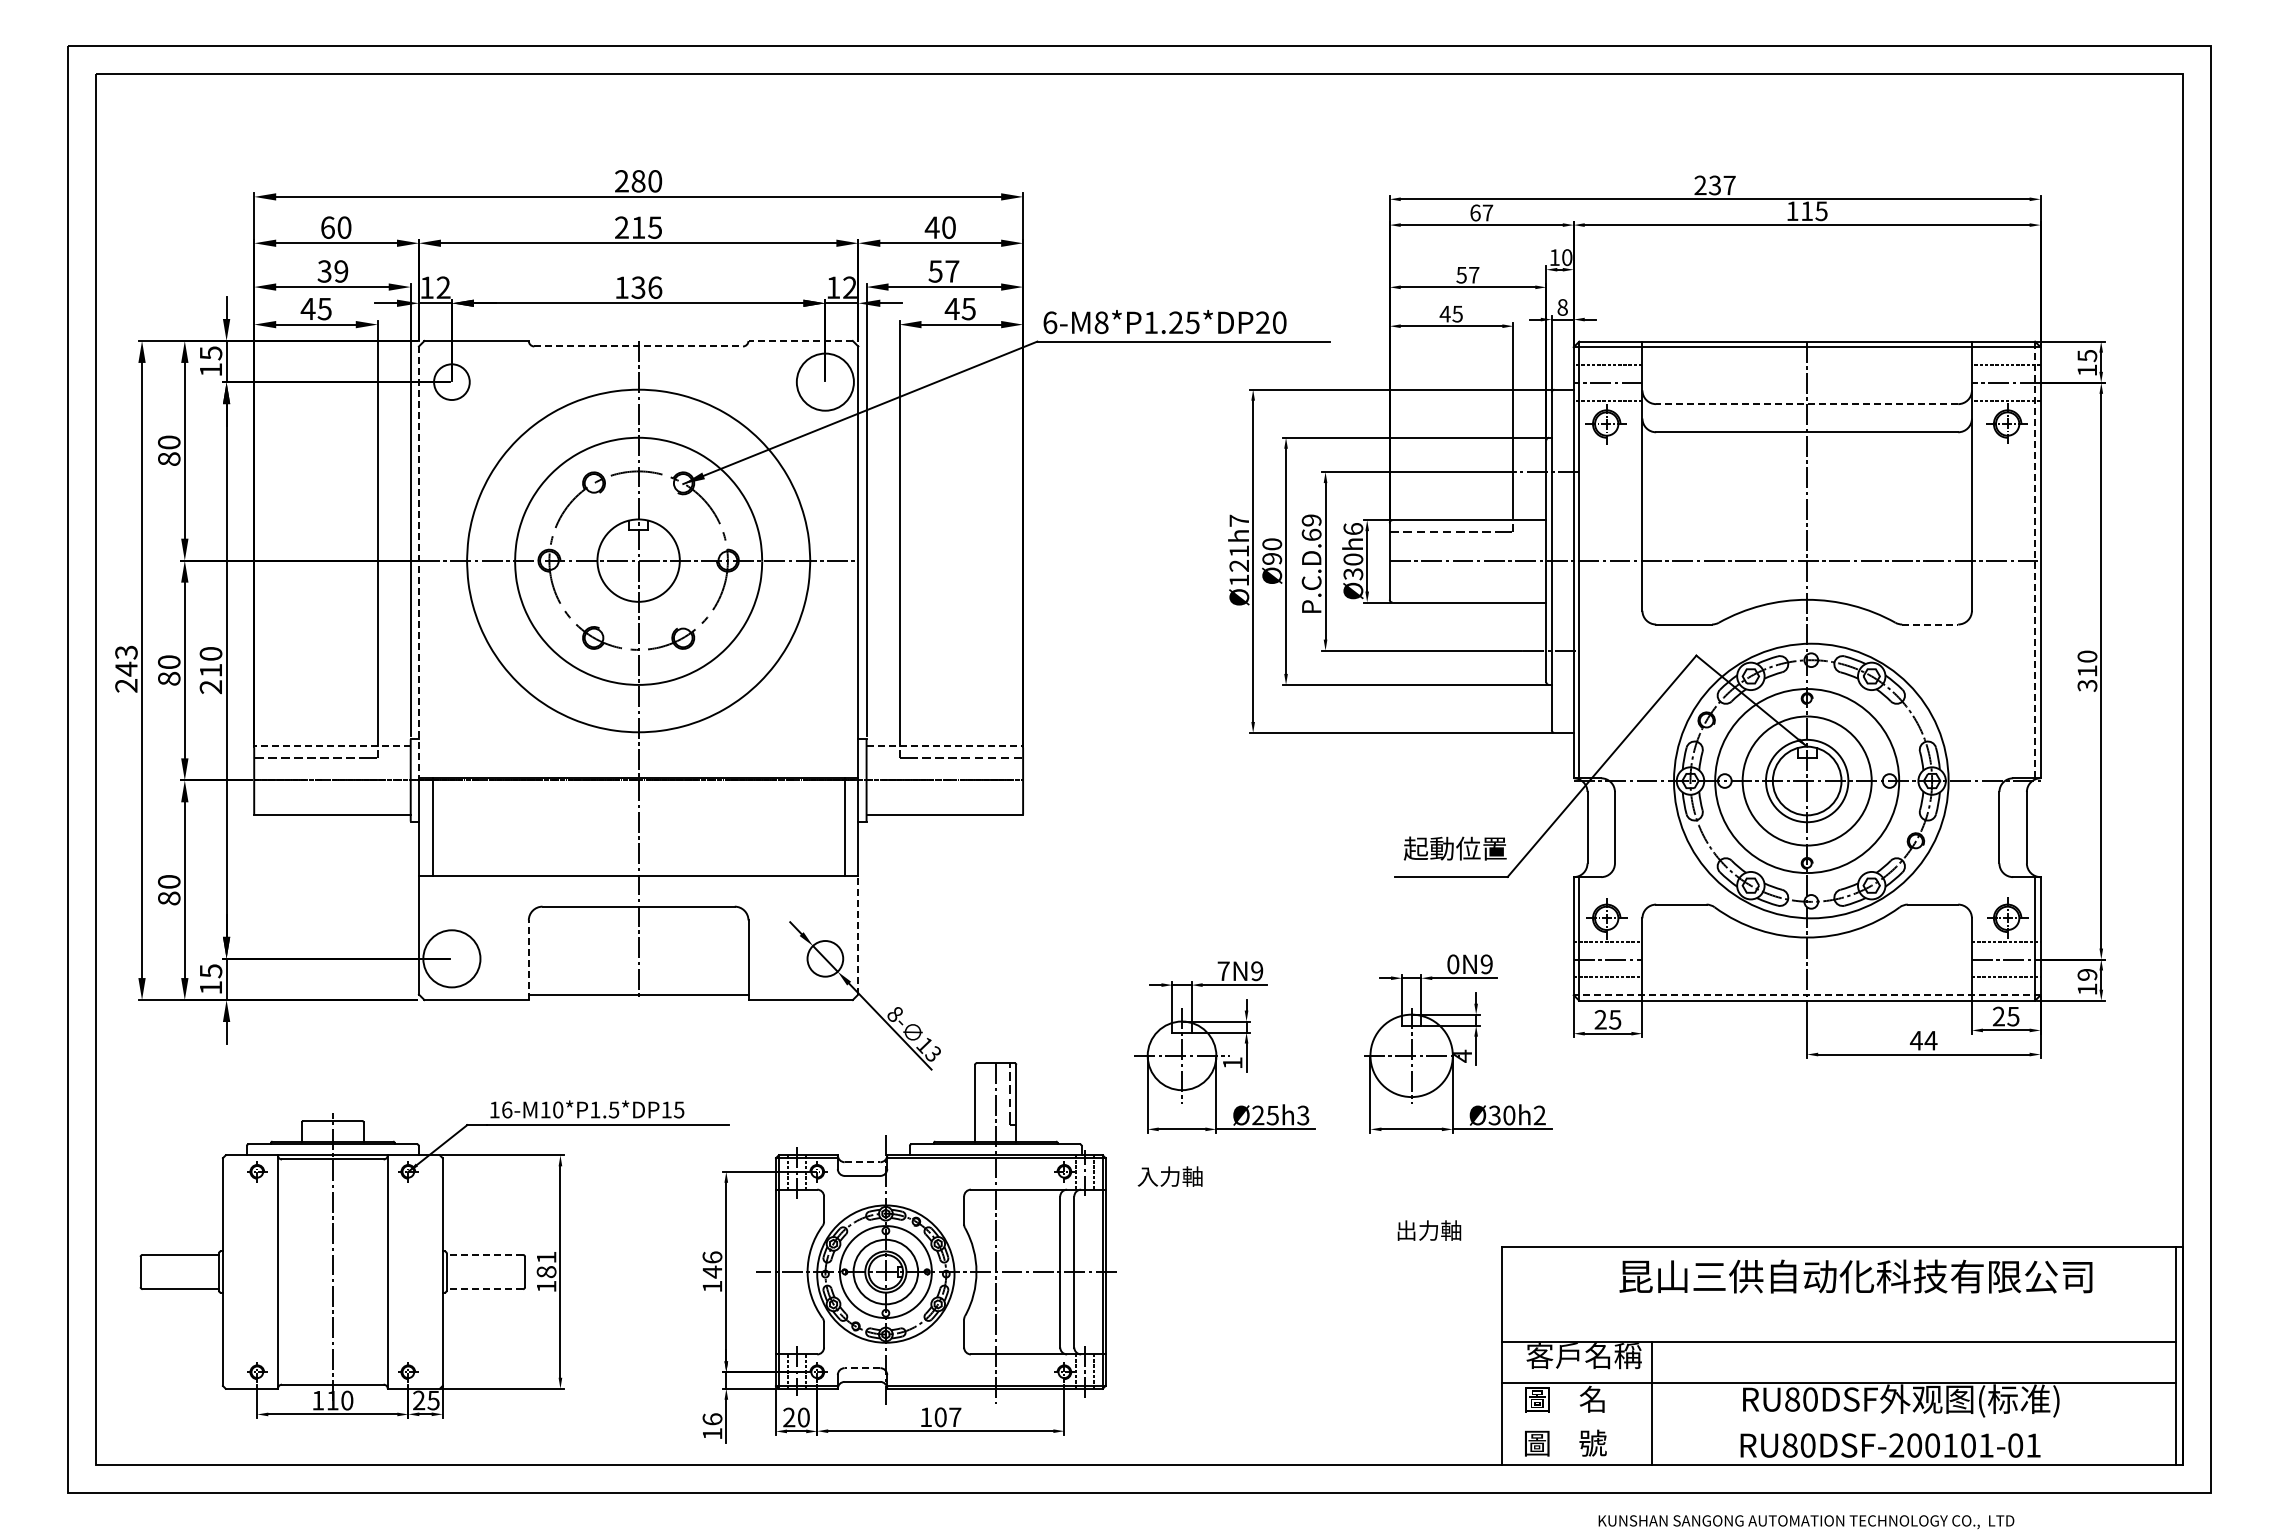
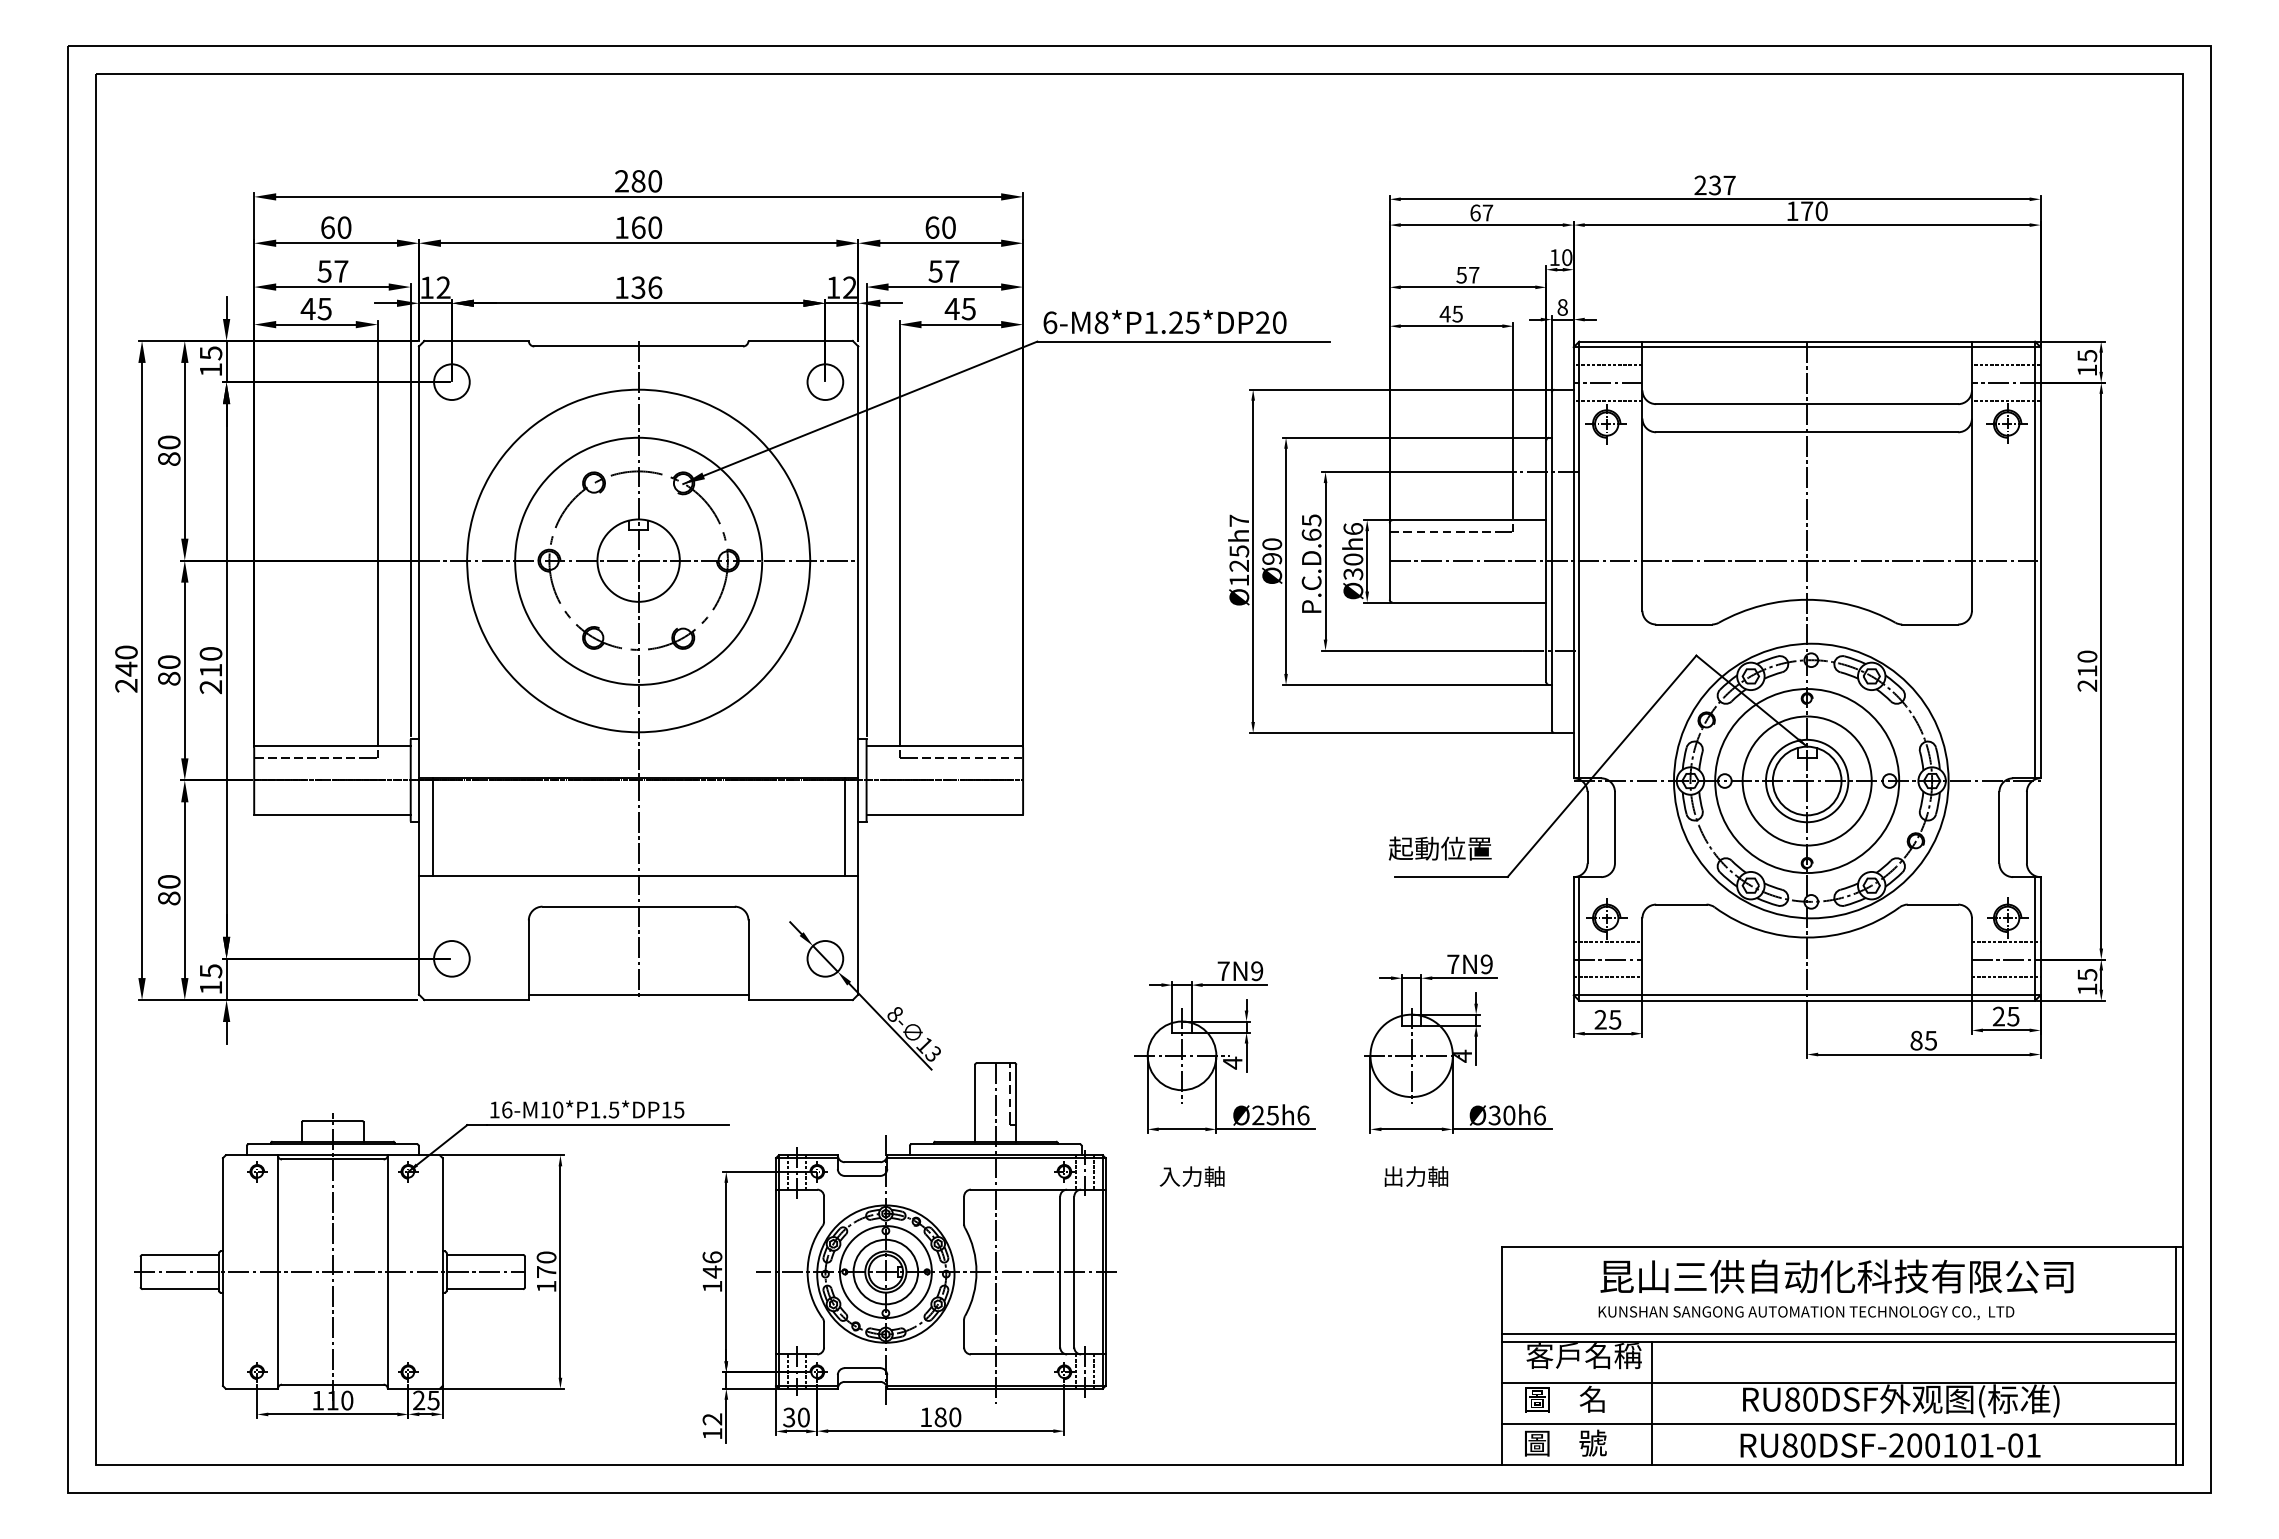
text at (1814, 210): 115 -> 170
text at (638, 227): 215 -> 160
text at (931, 227): 40 -> 60
text at (333, 271): 39 -> 57
line at (800, 340): dashed -> solid
line at (639, 346): dashed -> solid
circle at (824, 381) diameter: 57 px -> 36 px
line at (1806, 404): dashed -> solid
text at (1311, 520): P.C.D.69 -> P.C.D.65
text at (1239, 551): Ø121h7 -> Ø125h7
line at (2035, 560): dashed -> solid
line at (418, 562): dashed -> solid
line at (1930, 624): dashed -> solid
text at (126, 652): 243 -> 240
text at (2087, 685): 310 -> 210
line at (331, 746): dashed -> solid
line at (945, 746): dashed -> solid
text at (1454, 848) position: (1454, 848) -> (1439, 848)
line at (858, 935): dashed -> solid
circle at (451, 958) diameter: 57 px -> 36 px
line at (528, 960): dashed -> solid
text at (1453, 964): 0N9 -> 7N9
text at (2087, 975): 19 -> 15
line at (1806, 995): dashed -> solid
text at (1923, 1040): 44 -> 85
text at (1232, 1062): 1 -> 4
text at (1303, 1115): Ø25h3 -> Ø25h6
text at (1539, 1115): Ø30h2 -> Ø30h6
line at (862, 1162): dashed -> solid
text at (1169, 1176) position: (1169, 1176) -> (1191, 1176)
text at (1429, 1230) position: (1429, 1230) -> (1416, 1176)
line at (484, 1254): dashed -> solid
text at (546, 1264): 181 -> 170
line at (329, 1272): none -> present
text at (1855, 1276) position: (1855, 1276) -> (1836, 1276)
line at (484, 1289): dashed -> solid
line at (1838, 1334): none -> present
line at (862, 1368): dashed -> solid
text at (789, 1417): 20 -> 30
text at (947, 1417): 107 -> 180
text at (712, 1419): 16 -> 12
line at (1838, 1424): none -> present
text at (1806, 1522) position: (1806, 1522) -> (1806, 1313)
